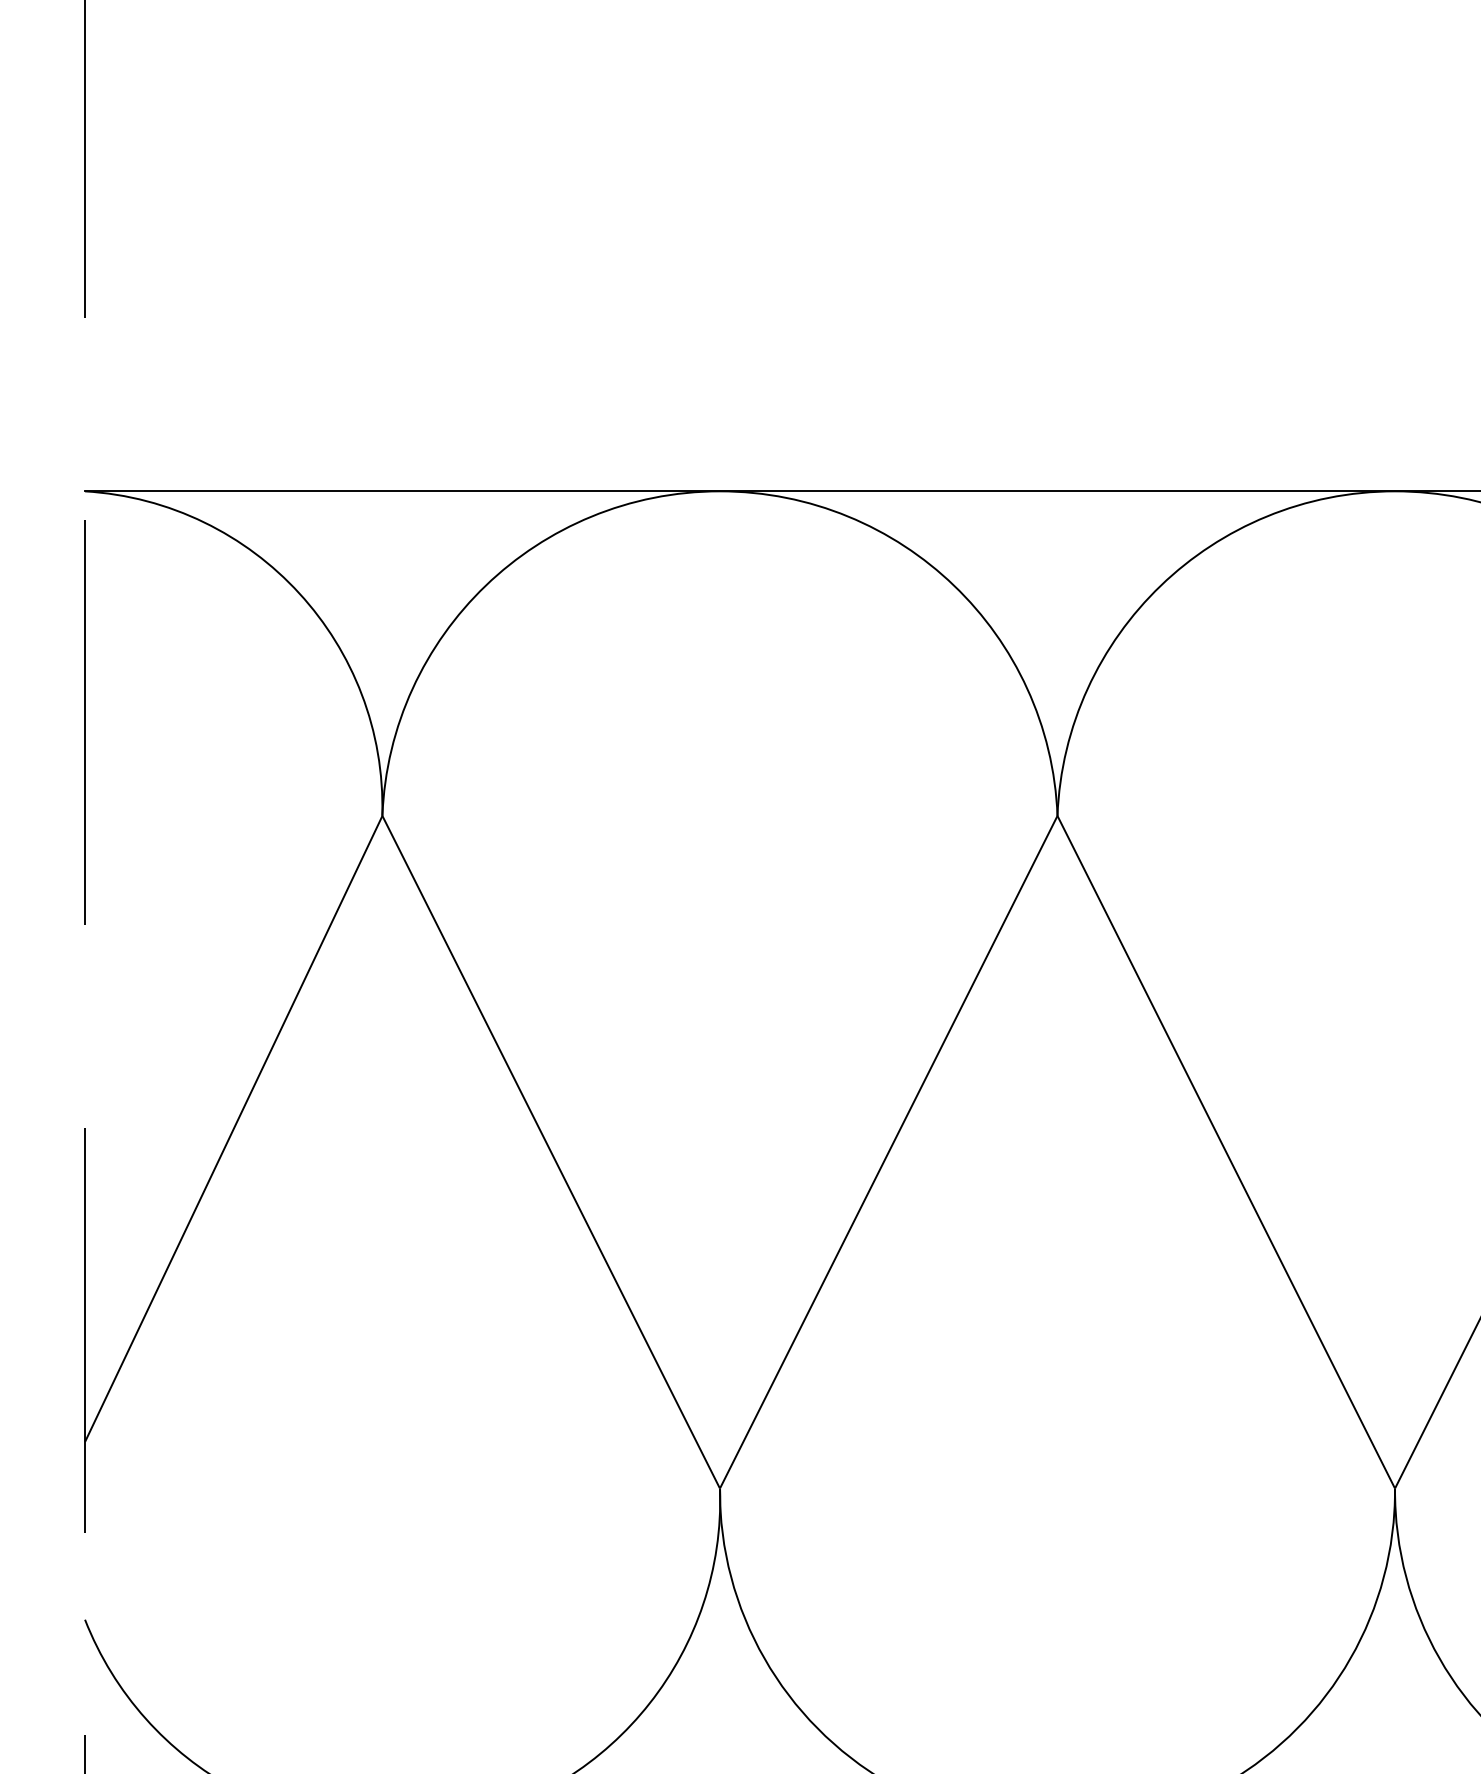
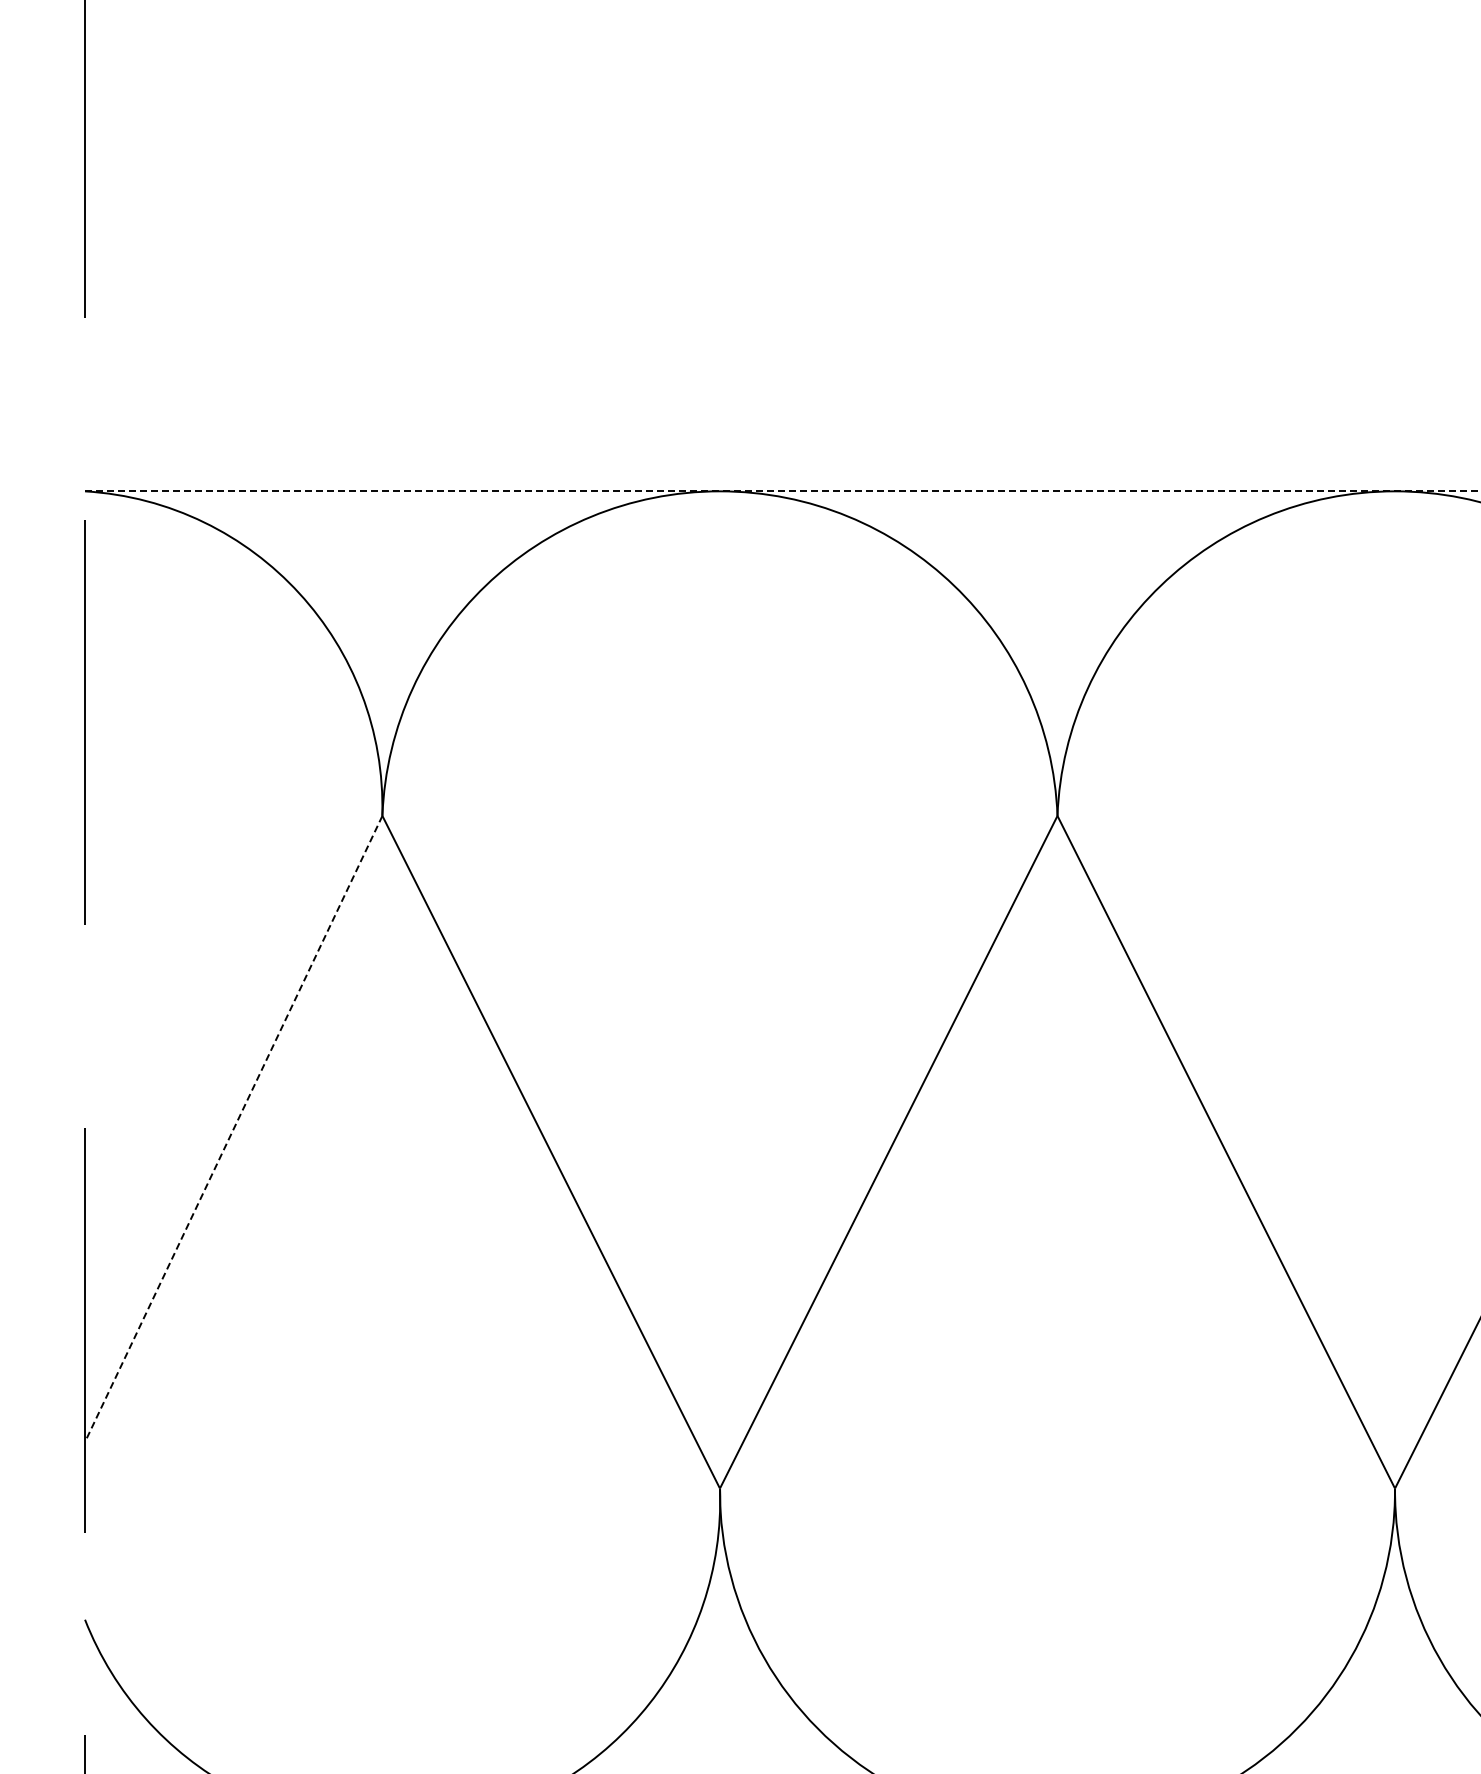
line at (782, 491): solid -> dashed
line at (233, 1129): solid -> dashed
